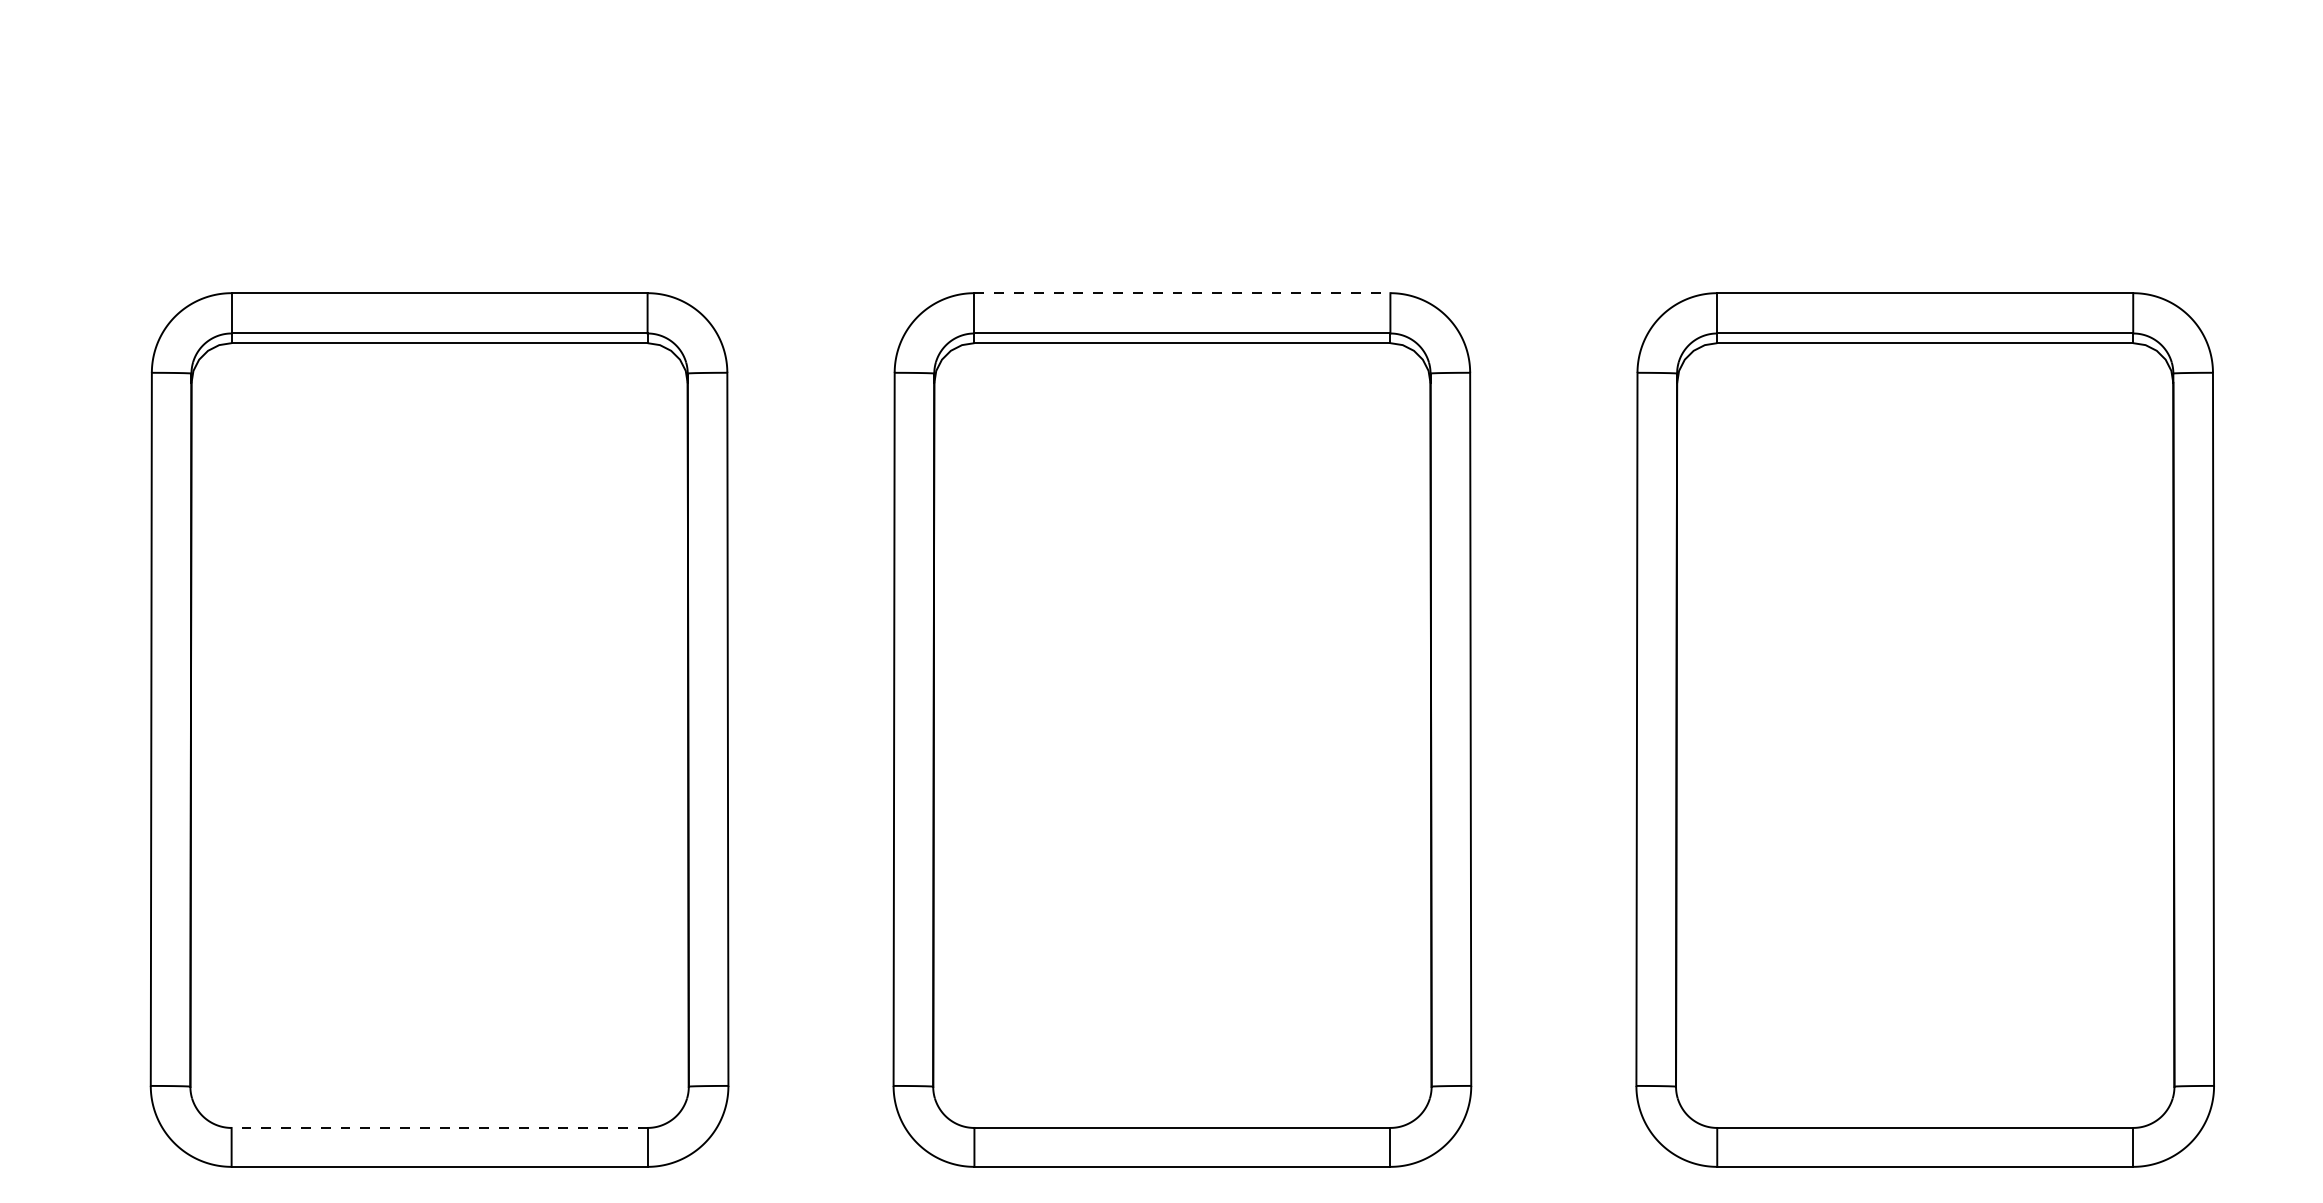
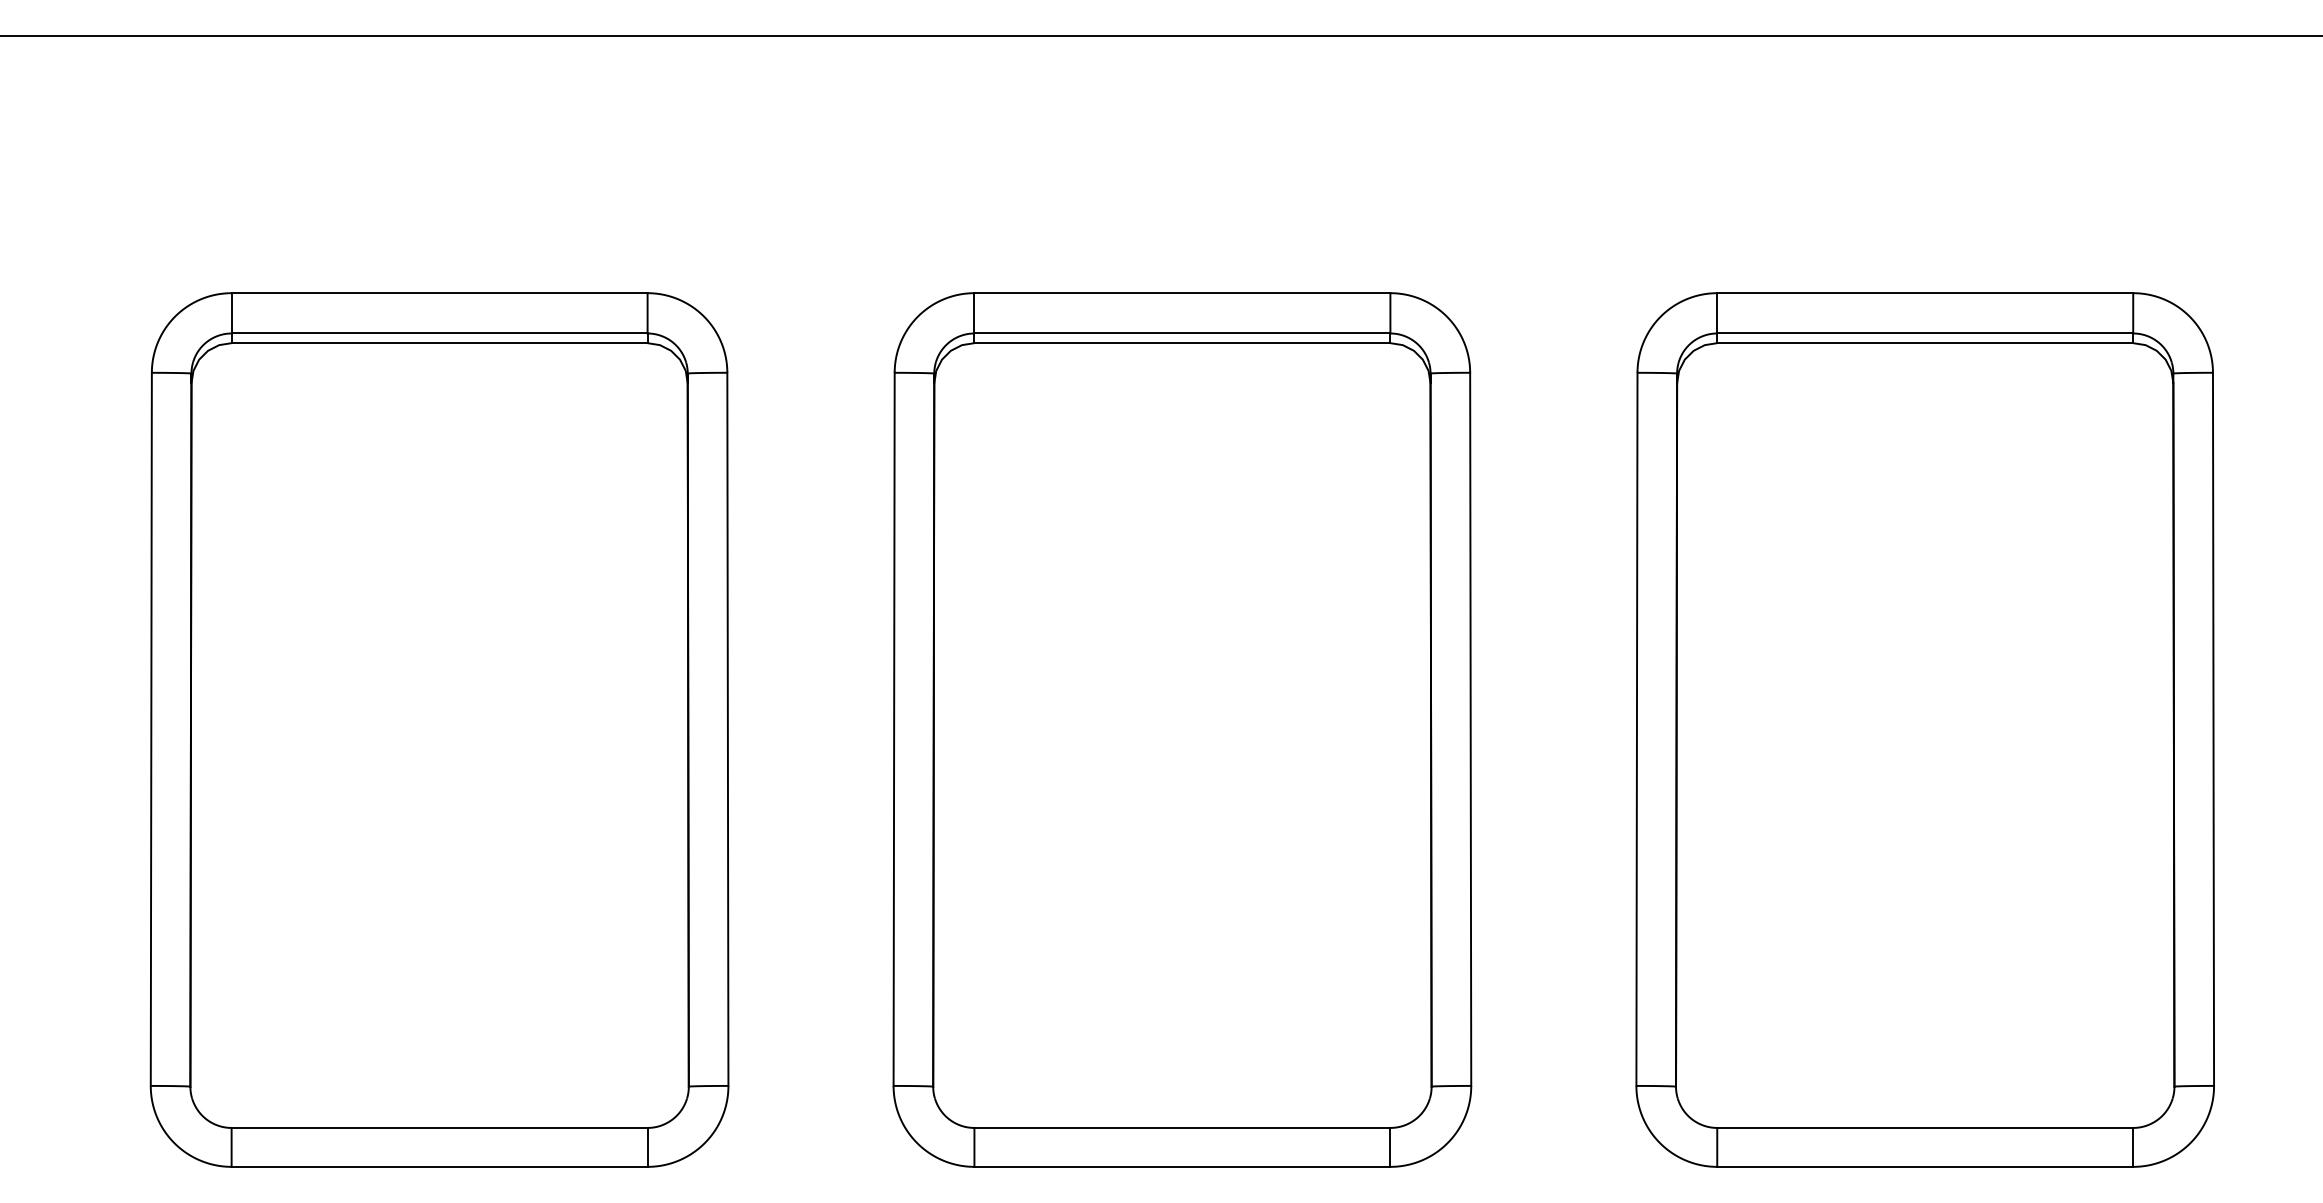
line at (1160, 36): none -> present
line at (1182, 293): dashed -> solid
line at (439, 1127): dashed -> solid
